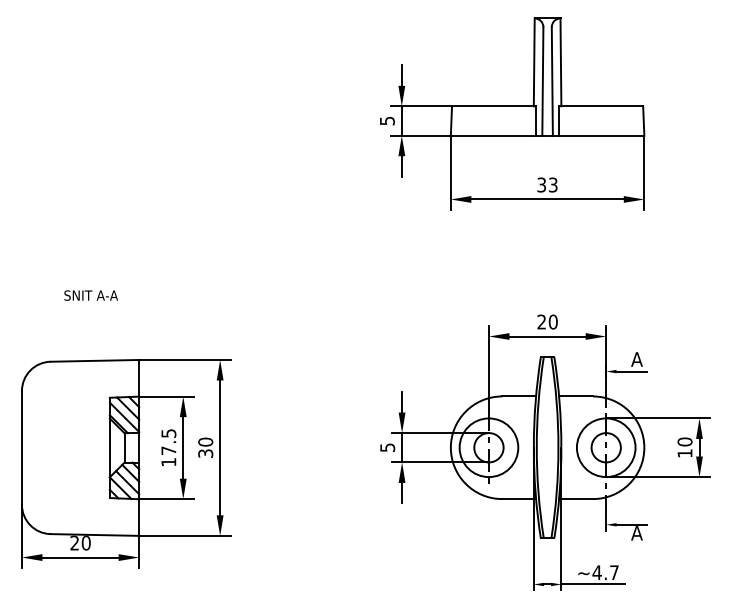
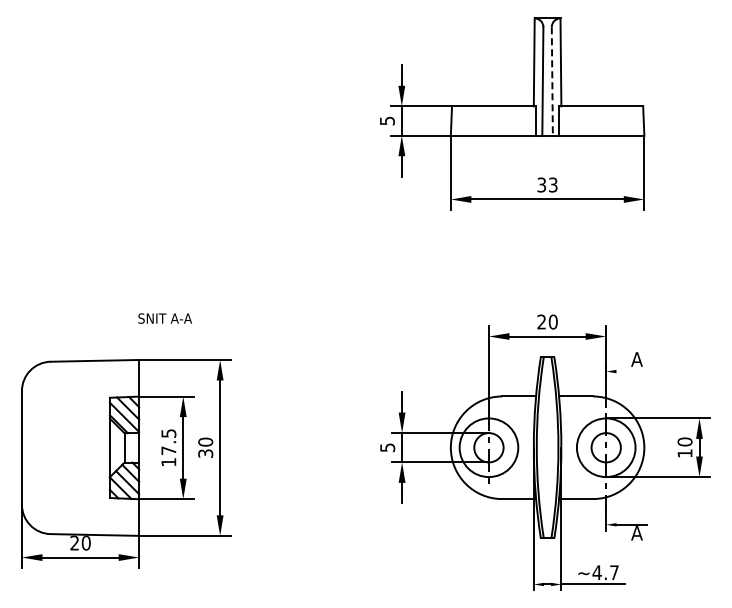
line at (552, 81): solid -> dashed
text at (91, 295) position: (91, 295) -> (165, 318)
line at (631, 371): present -> none
